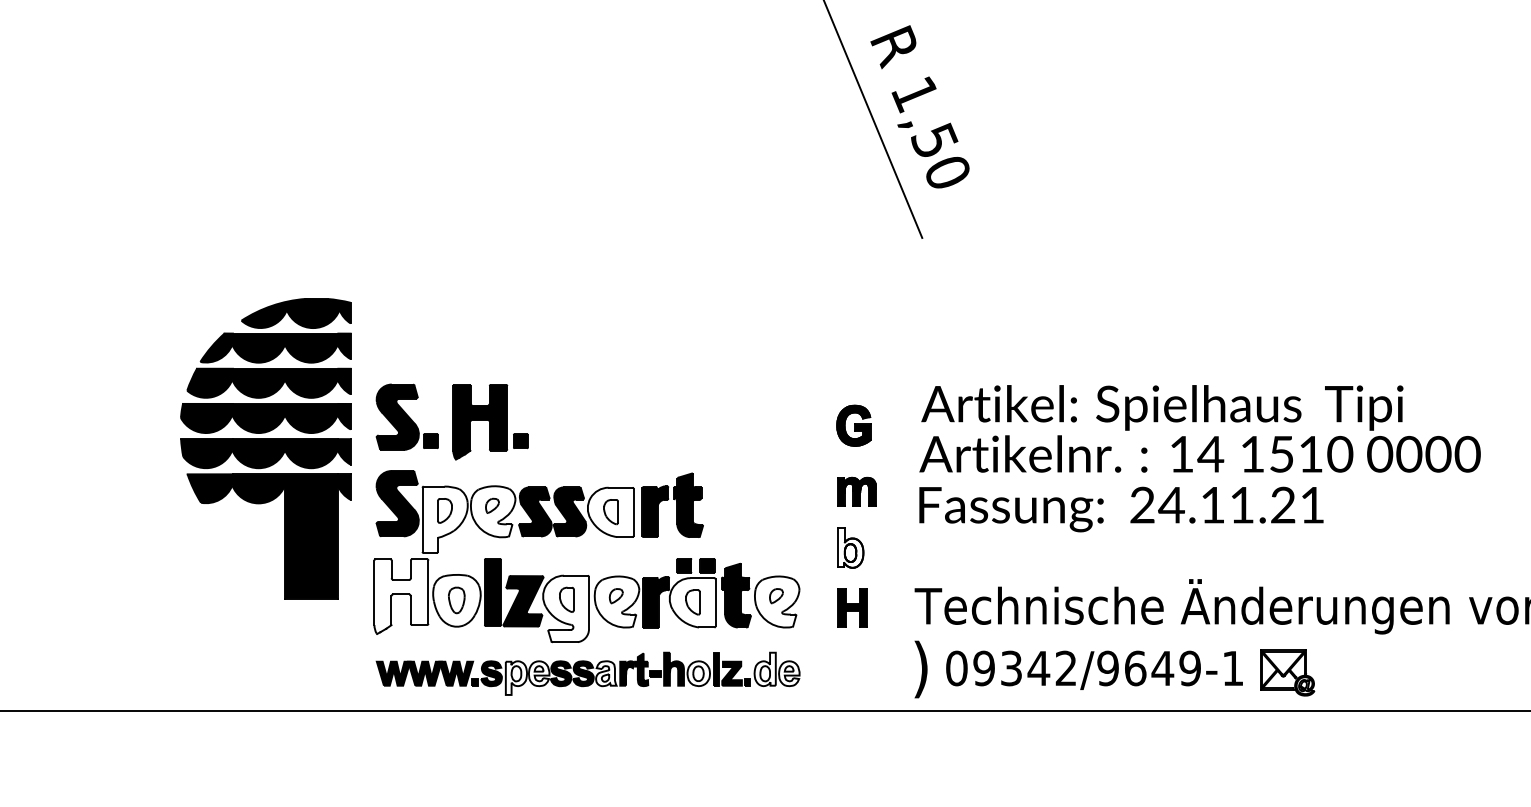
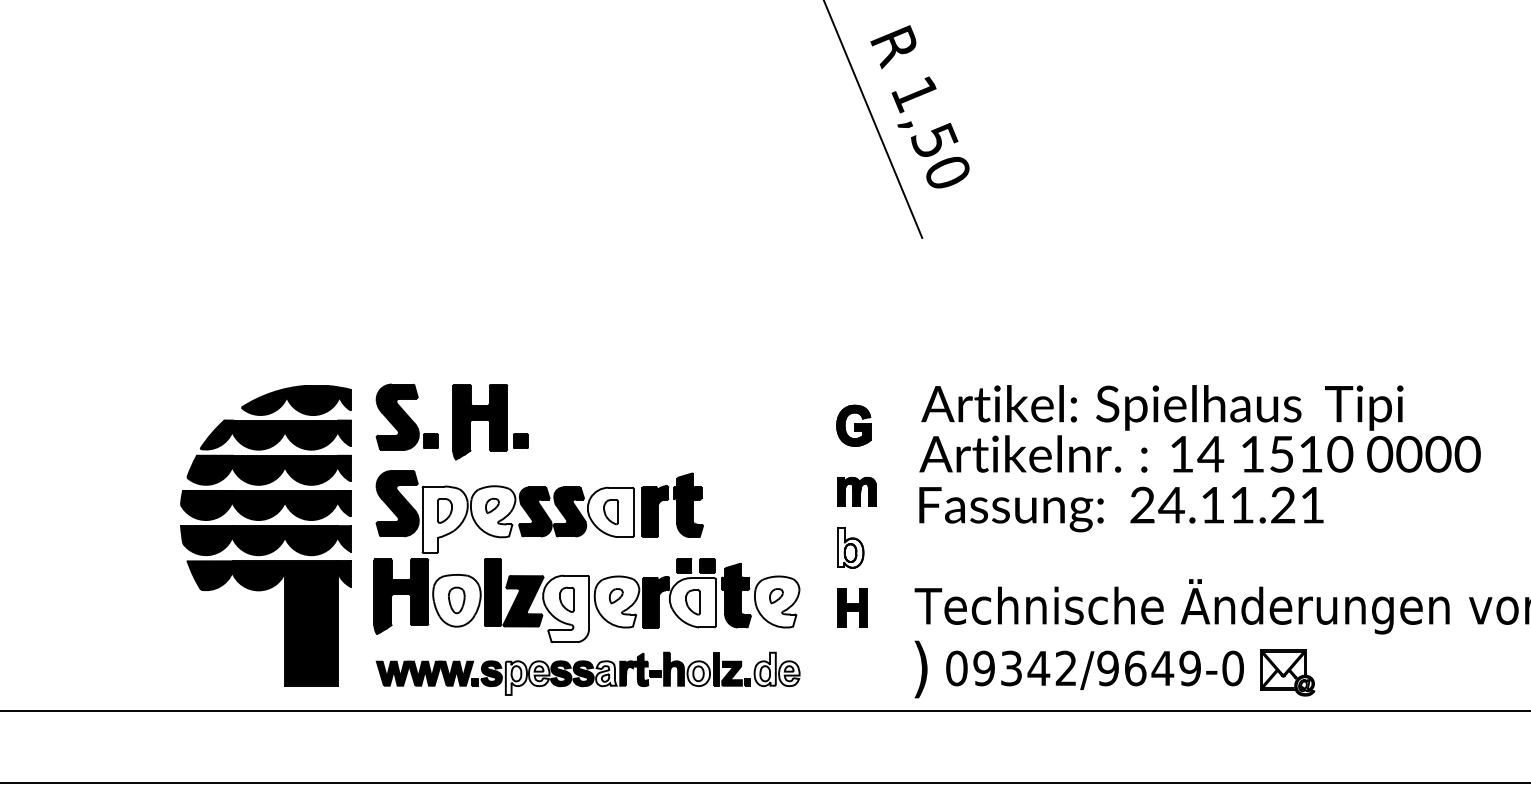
part at (265, 448) position: (265, 448) -> (265, 535)
fill at (401, 596): none -> present
text at (1232, 668): 09342/9649-1 -> 09342/9649-0
line at (764, 782): none -> present
